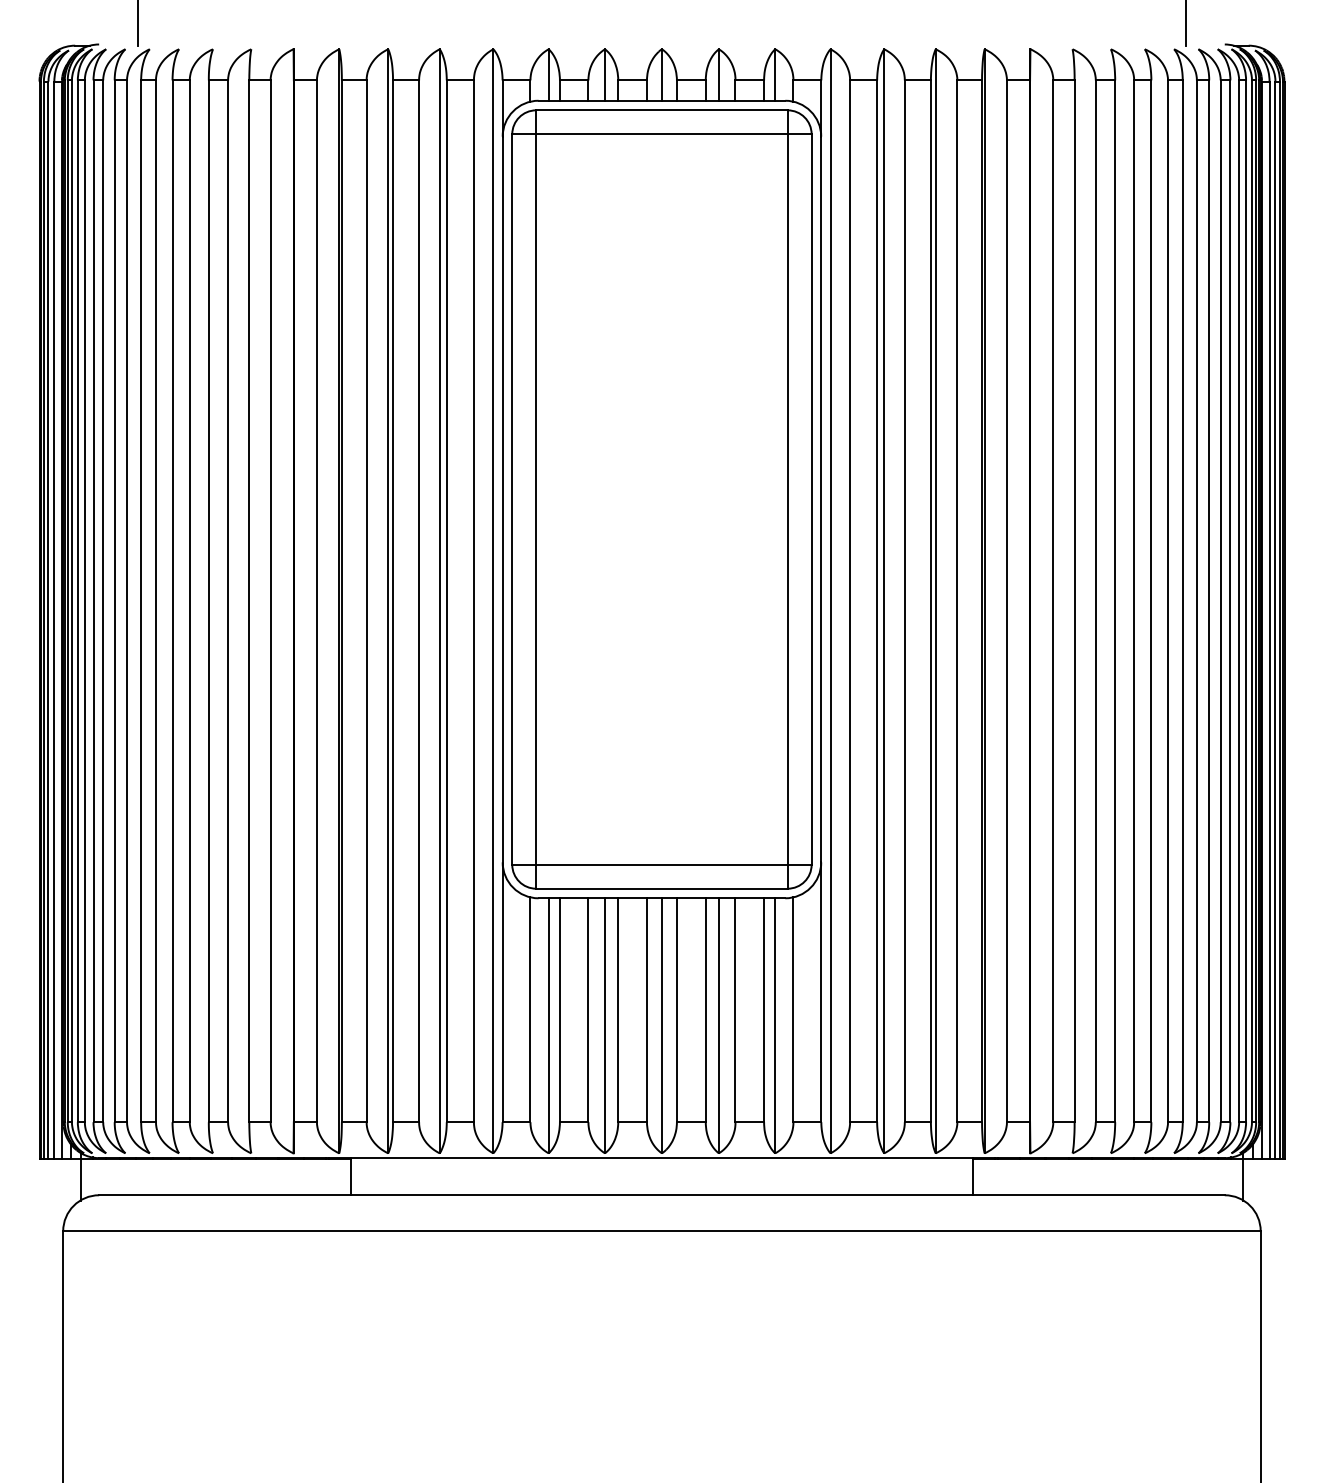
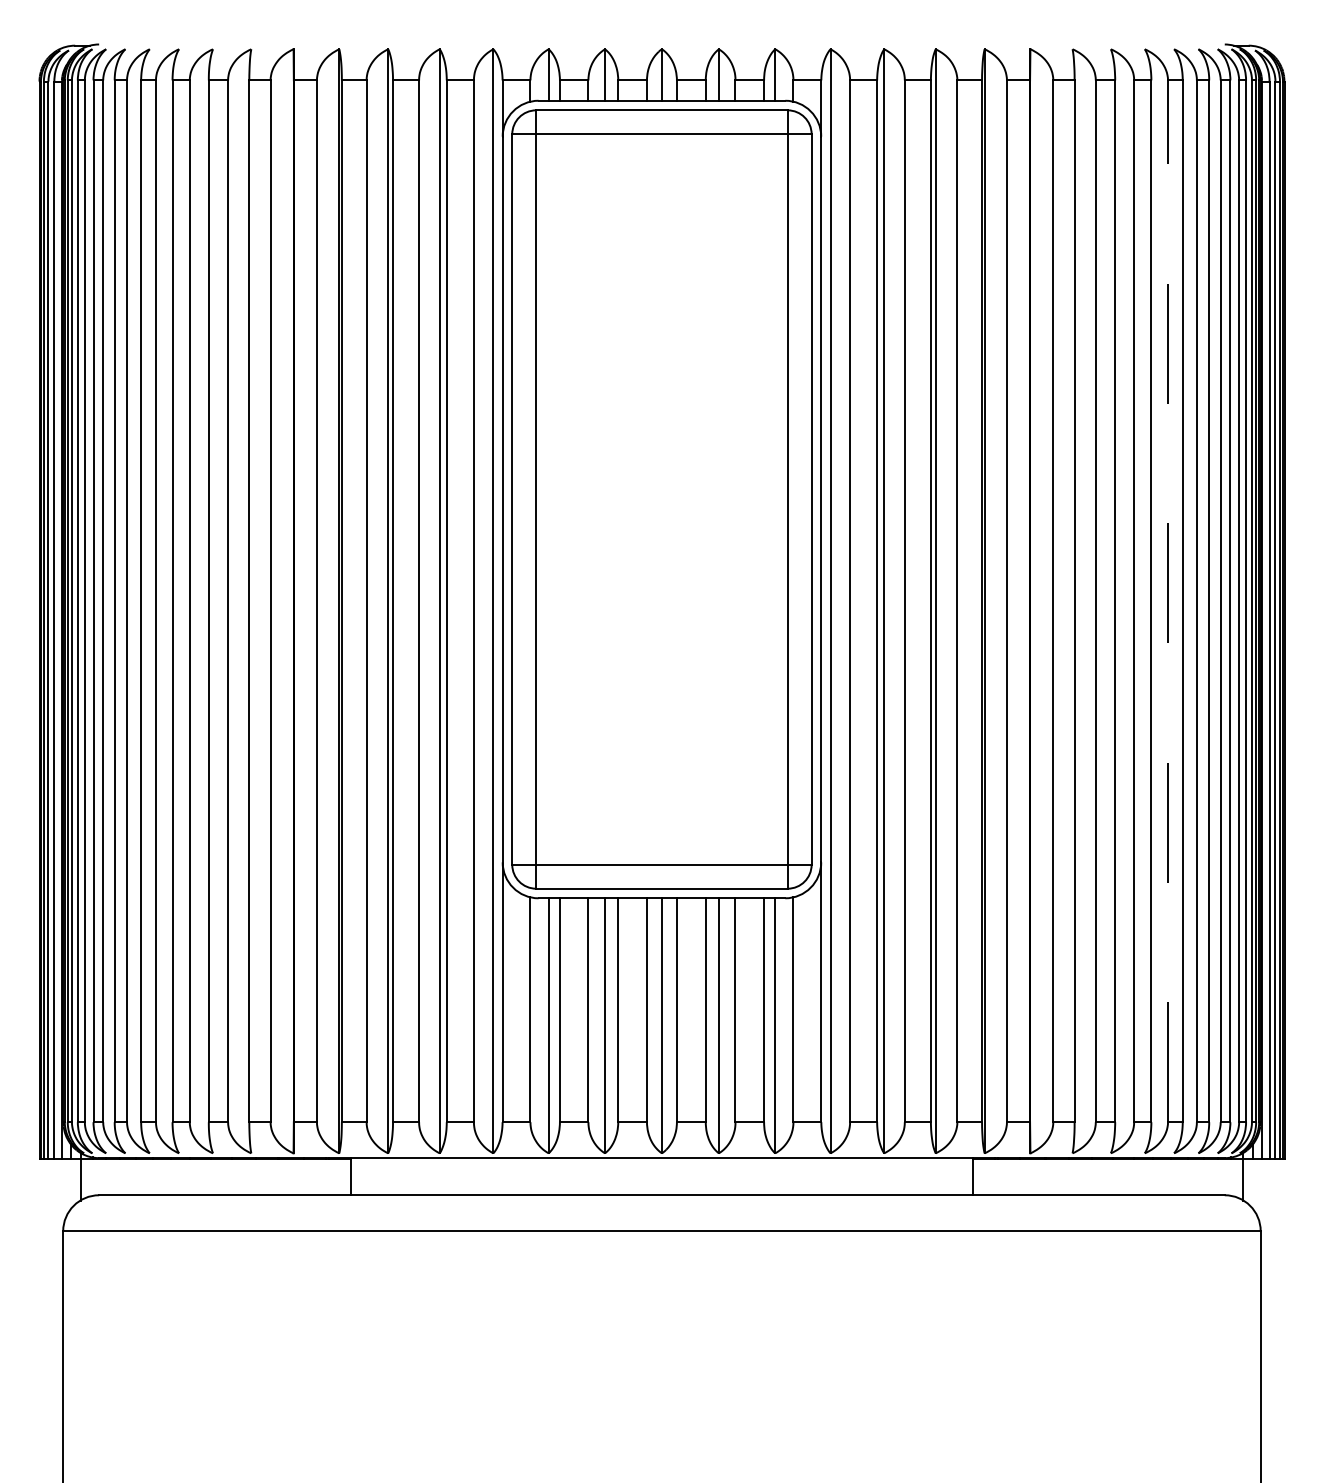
line at (138, 23): present -> none
line at (1185, 23): present -> none
line at (1168, 601): solid -> dashed
